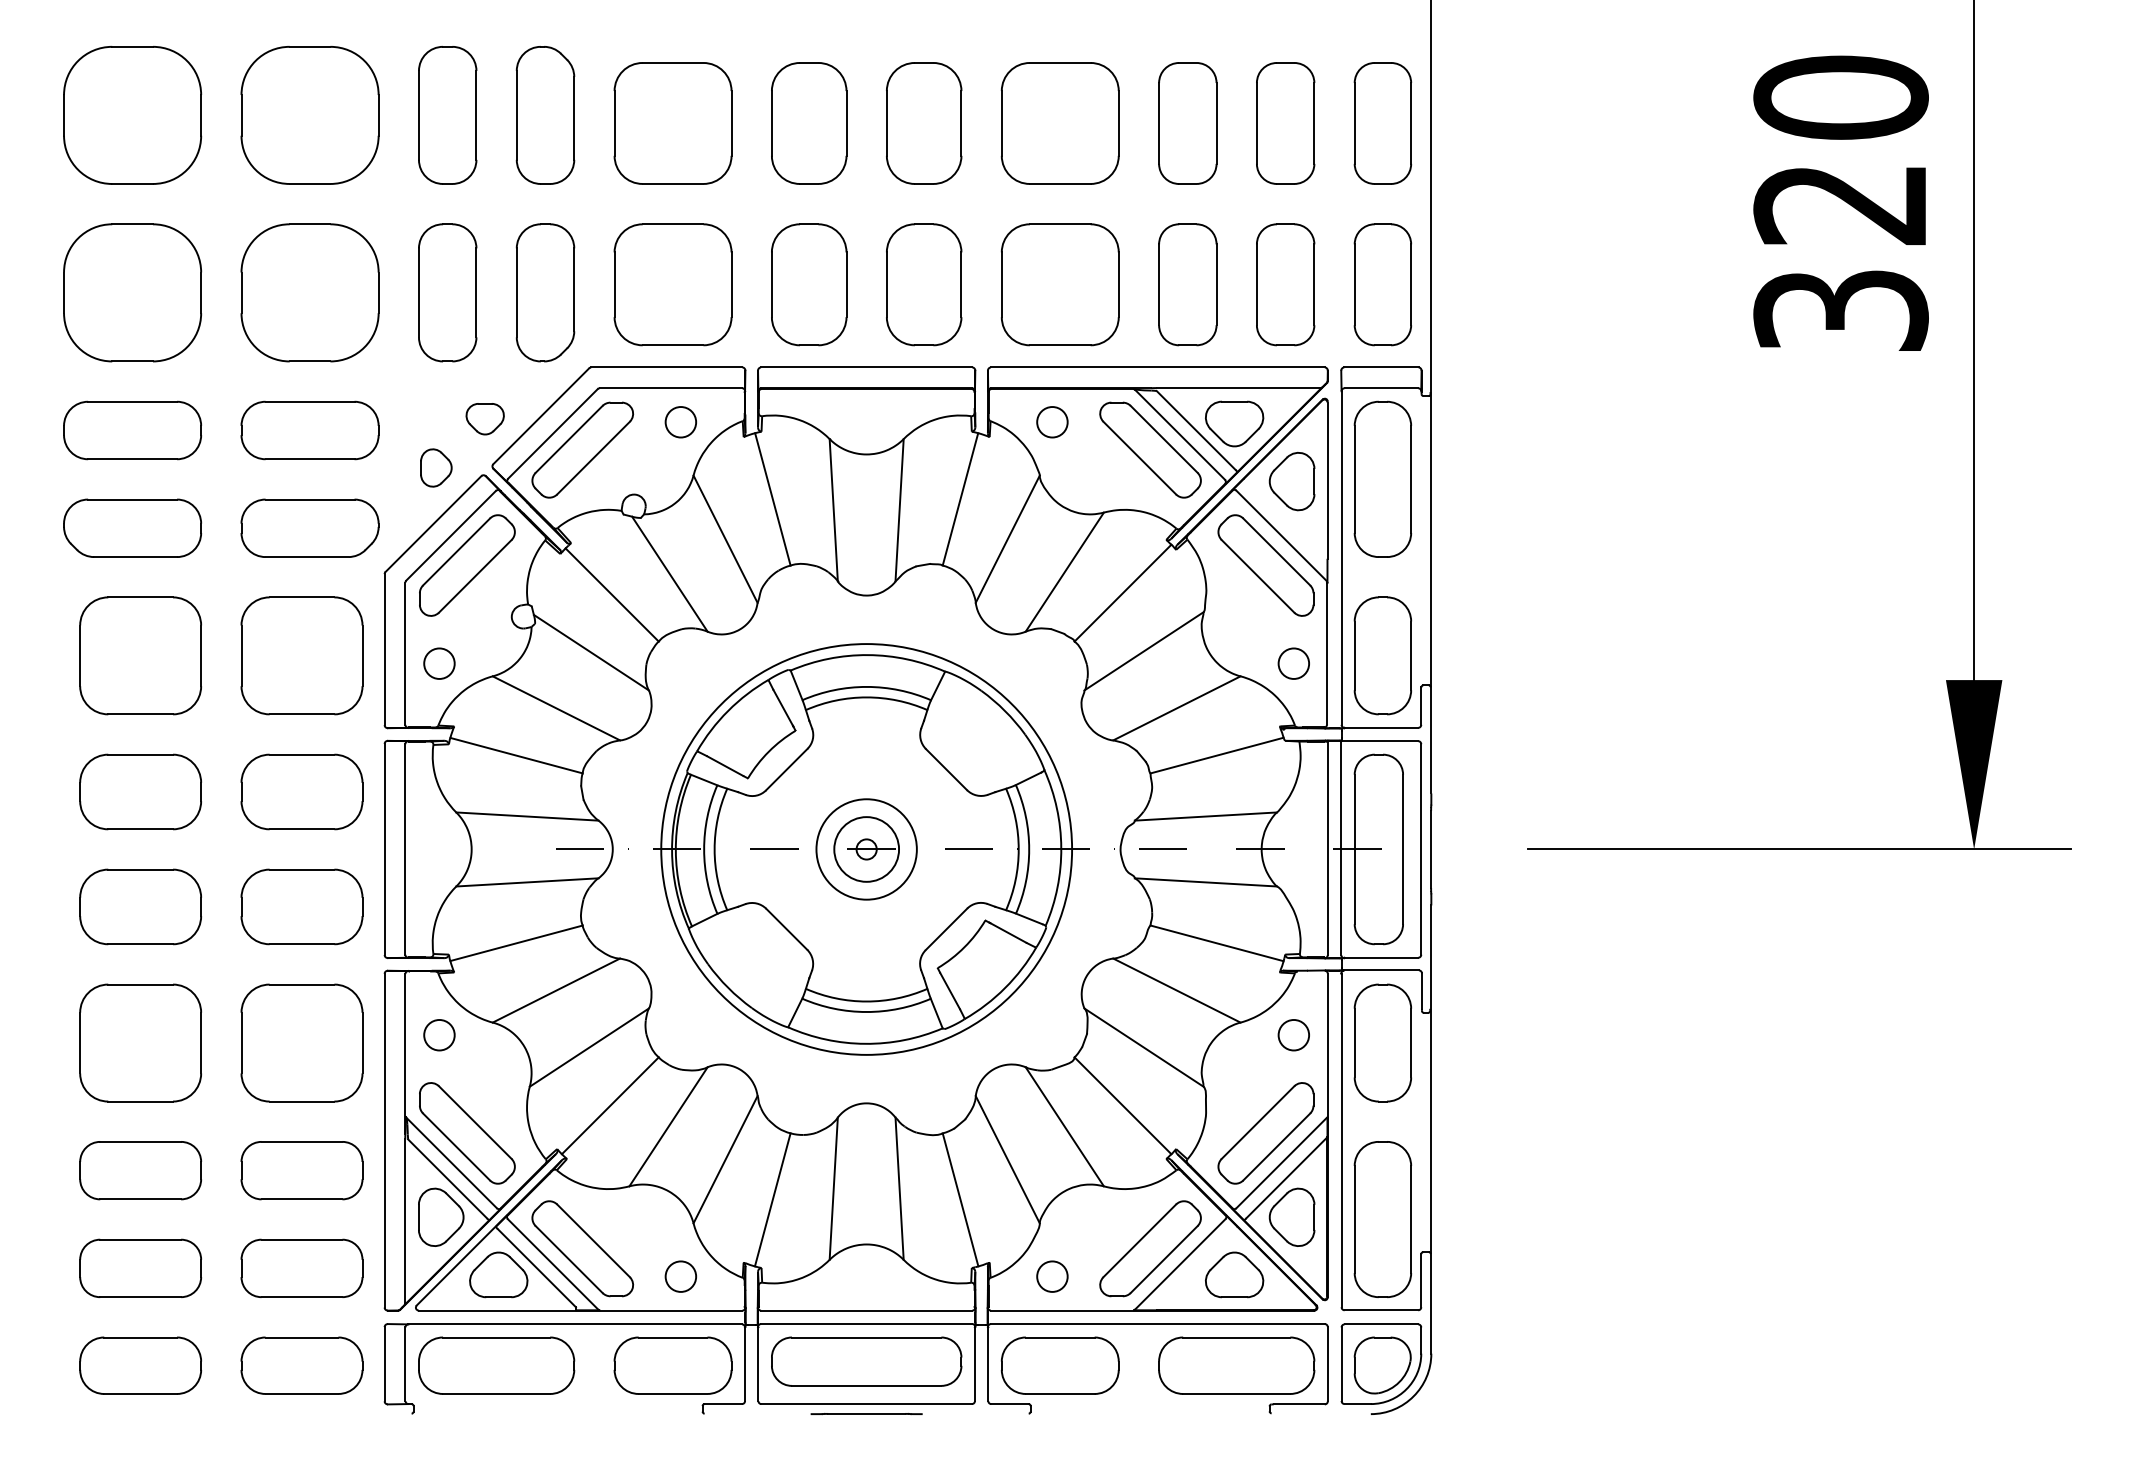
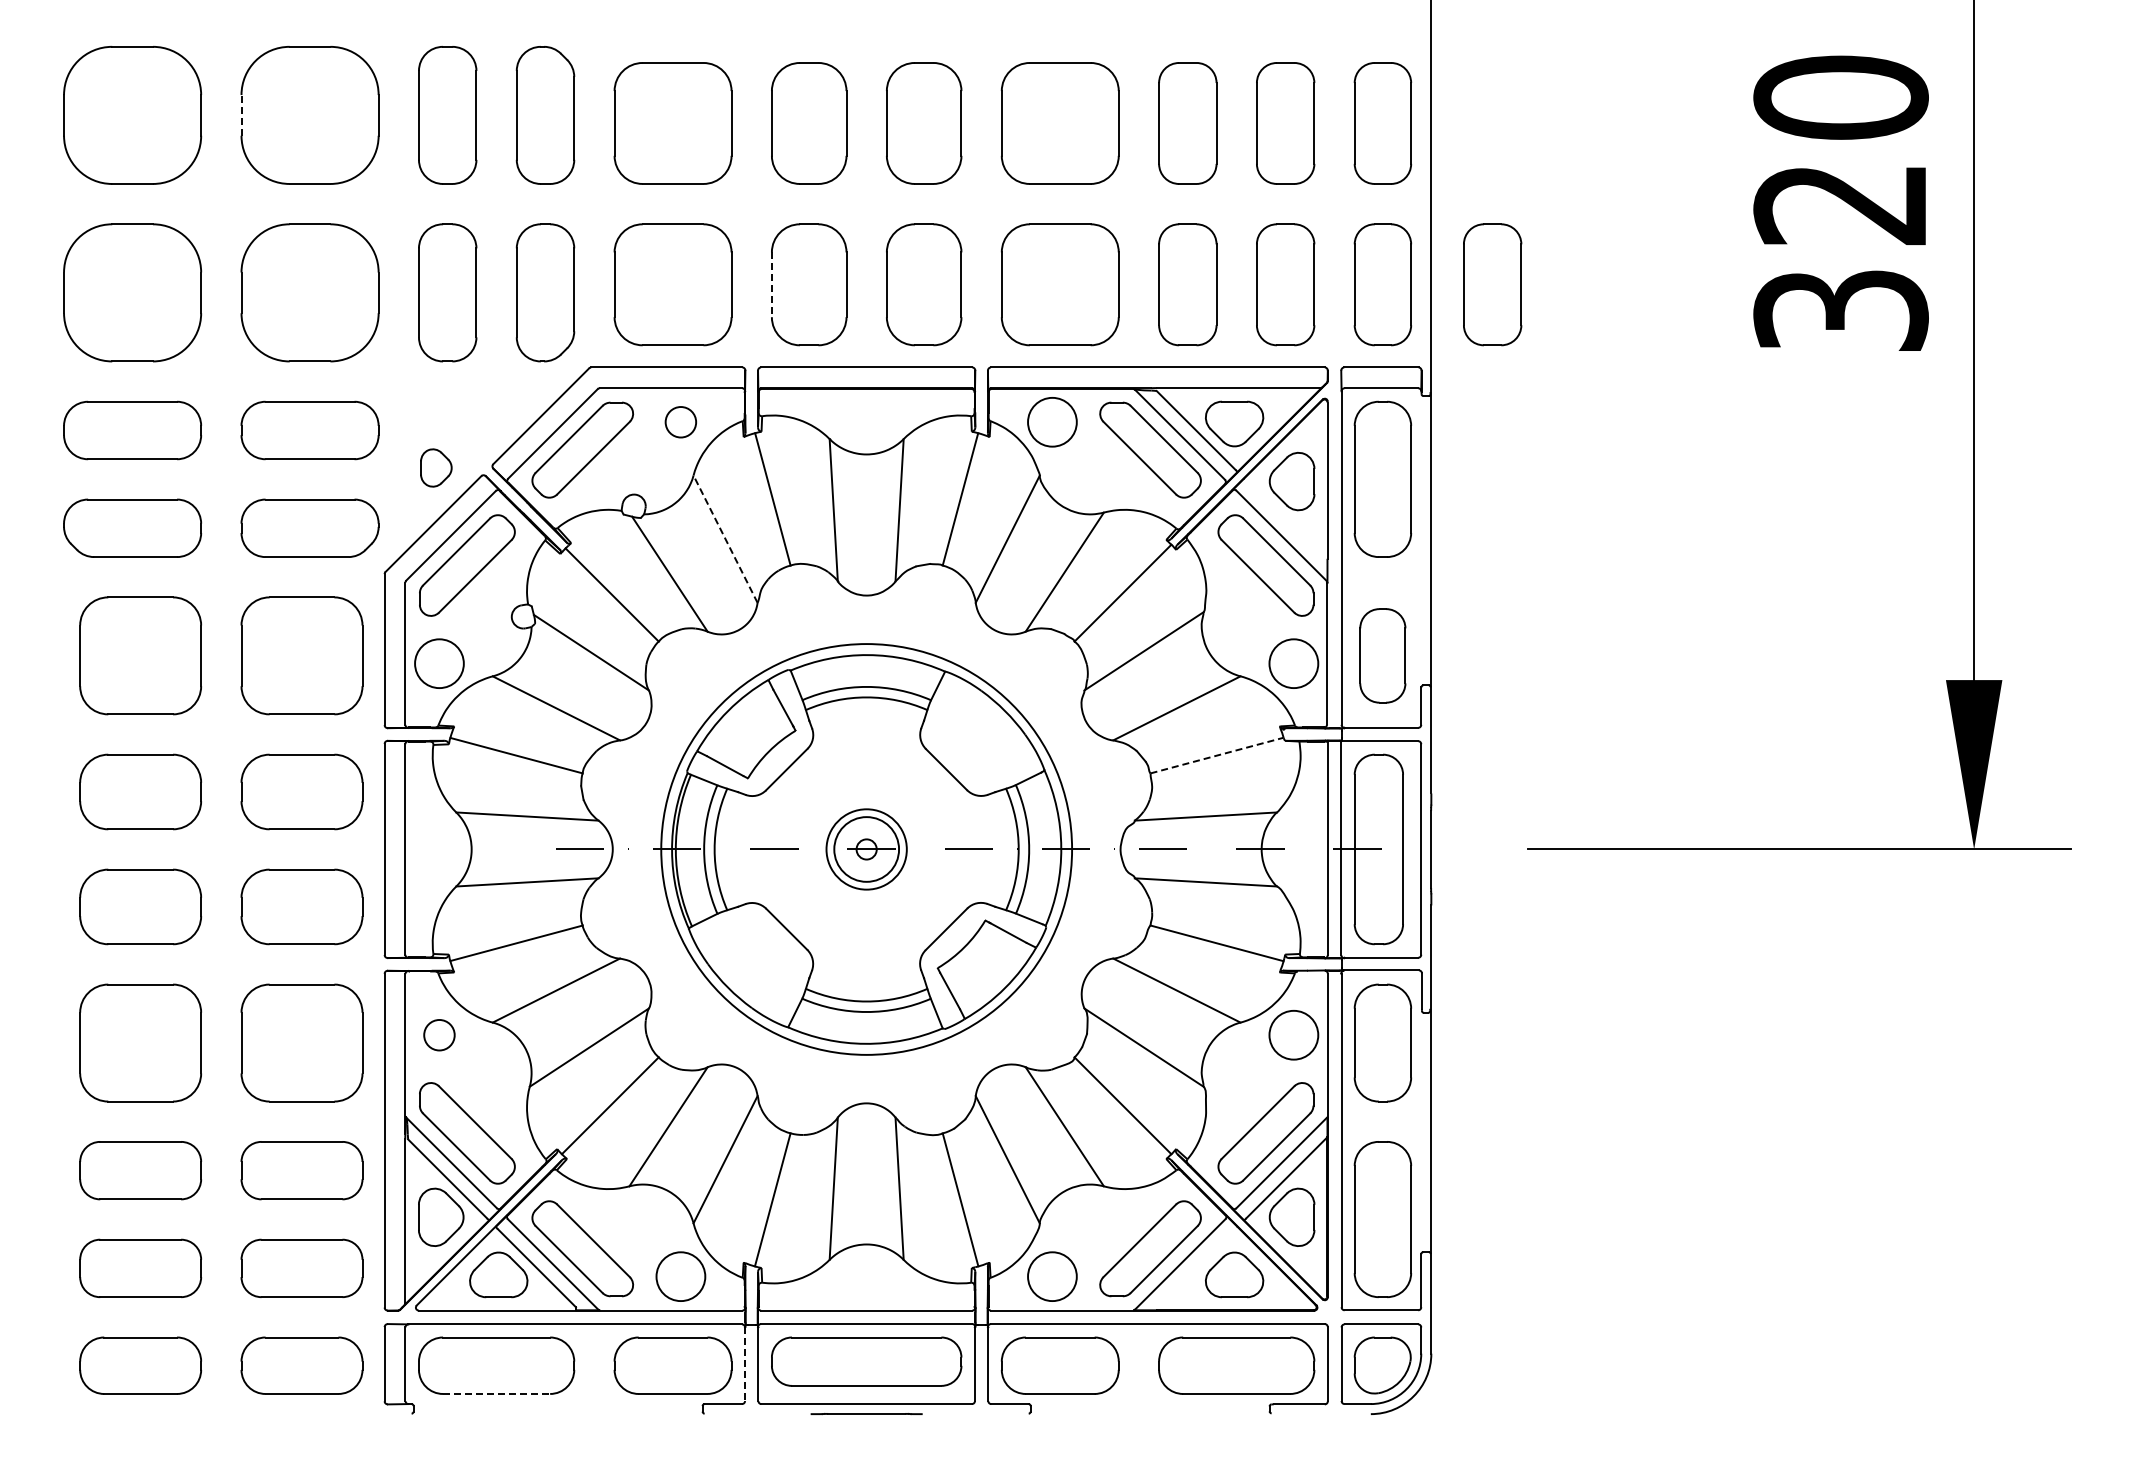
line at (241, 114): solid -> dashed
part at (1492, 284): none -> present
line at (771, 285): solid -> dashed
part at (484, 419): present -> none
circle at (1052, 422) diameter: 30 px -> 49 px
line at (725, 538): solid -> dashed
part at (1382, 655) size: 59x120 px -> 48x96 px
circle at (439, 663) diameter: 30 px -> 49 px
circle at (1293, 663) diameter: 30 px -> 49 px
line at (1217, 755): solid -> dashed
circle at (866, 849) diameter: 100 px -> 80 px
circle at (1293, 1034) diameter: 30 px -> 49 px
circle at (680, 1276) diameter: 30 px -> 49 px
circle at (1052, 1276) diameter: 30 px -> 49 px
line at (745, 1364): solid -> dashed
line at (496, 1393): solid -> dashed
